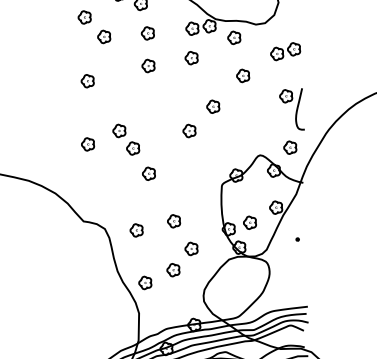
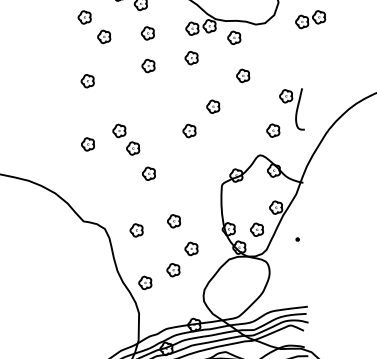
part at (285, 51) position: (285, 51) -> (310, 19)
part at (290, 147) position: (290, 147) -> (273, 130)
part at (249, 222) position: (249, 222) -> (256, 229)
